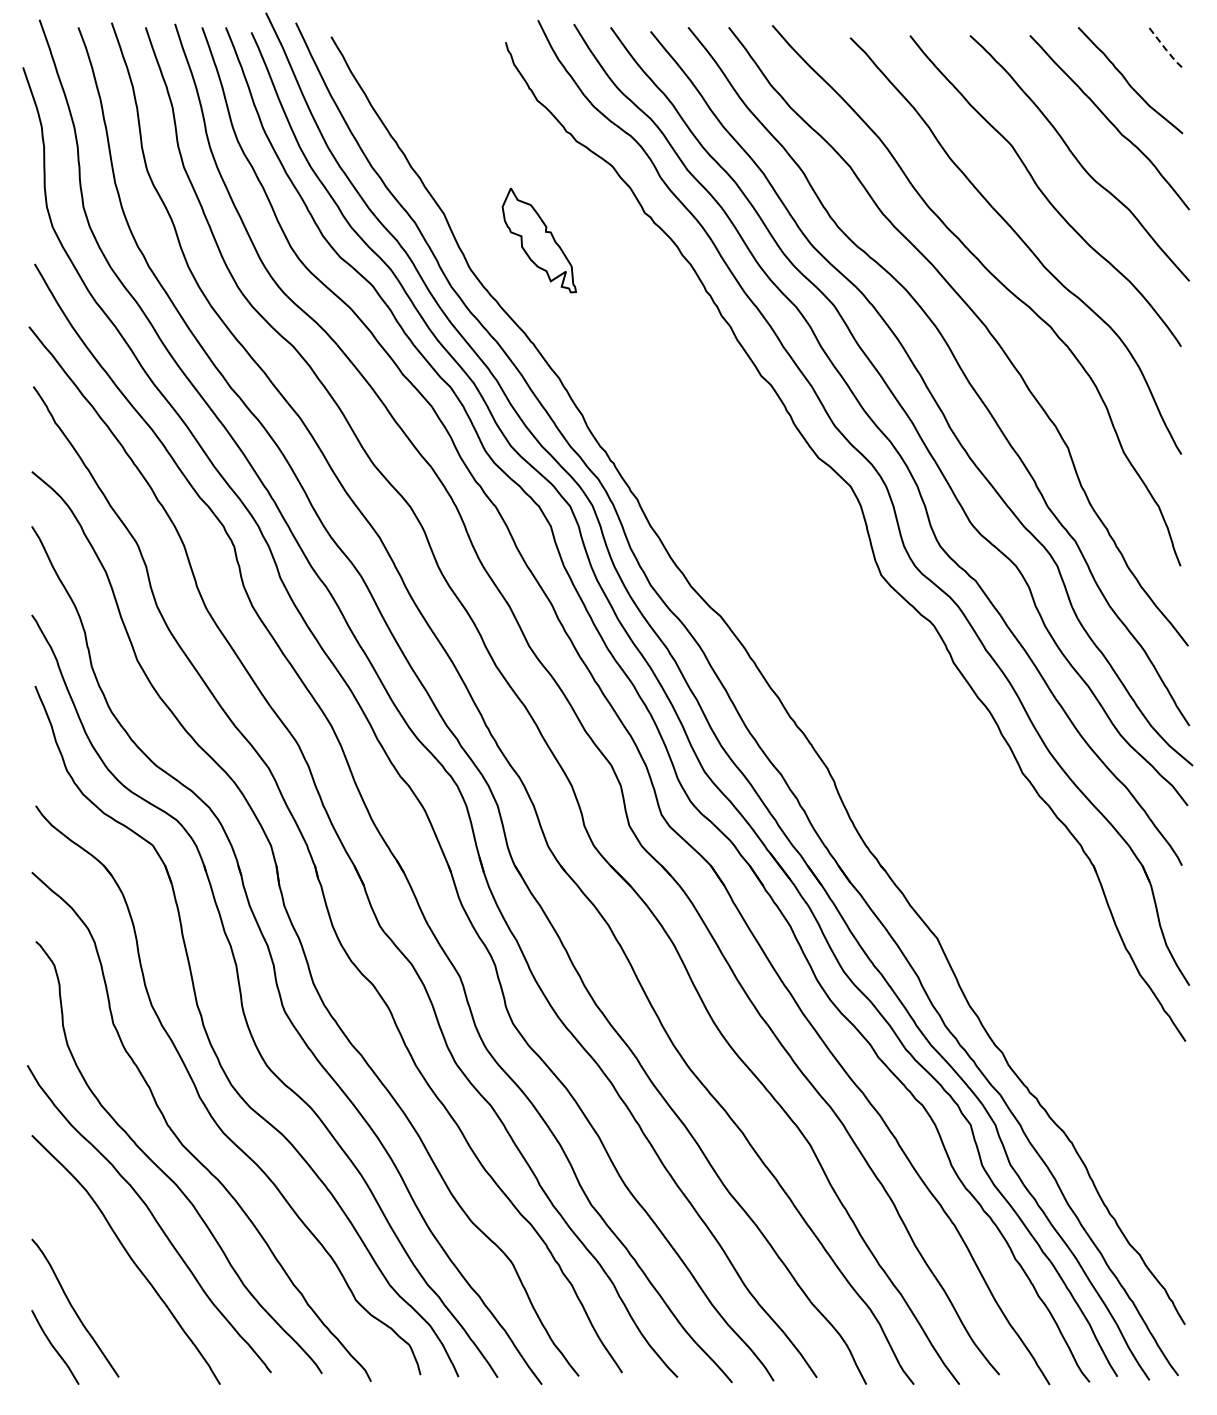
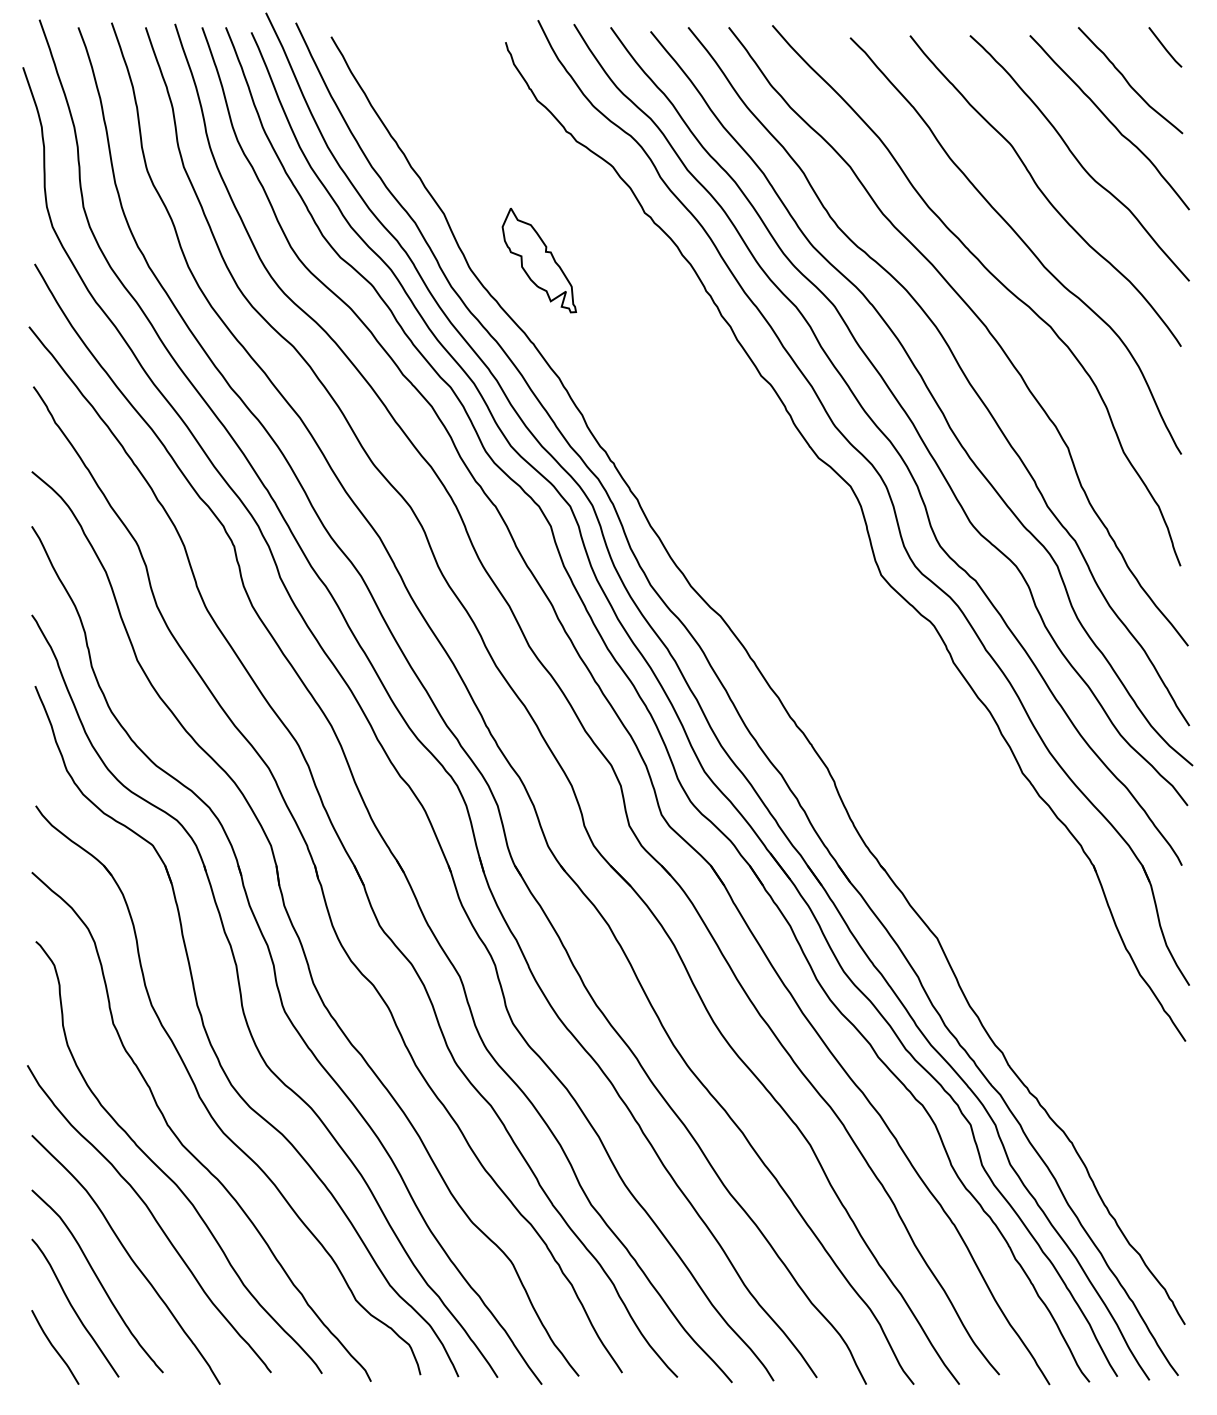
line at (1165, 48): dashed -> solid
part at (539, 240) position: (539, 240) -> (539, 260)
curve at (97, 1280): none -> present
